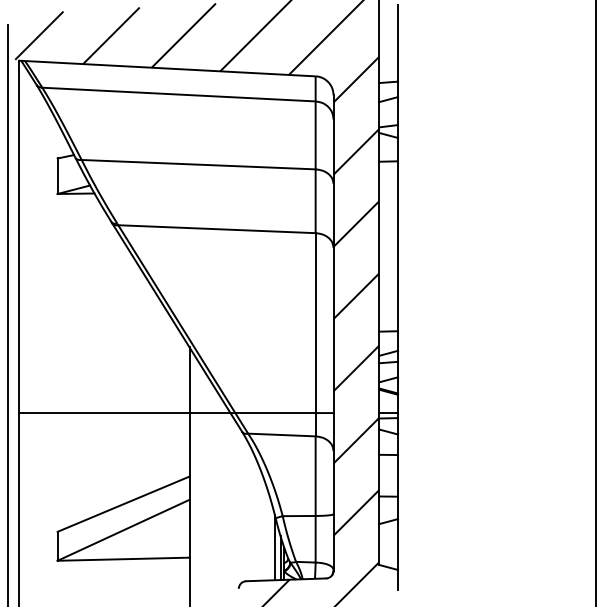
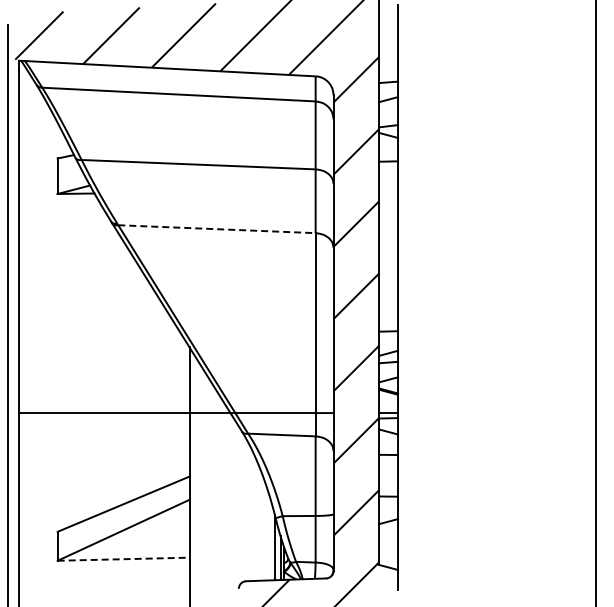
line at (216, 229): solid -> dashed
line at (123, 559): solid -> dashed
